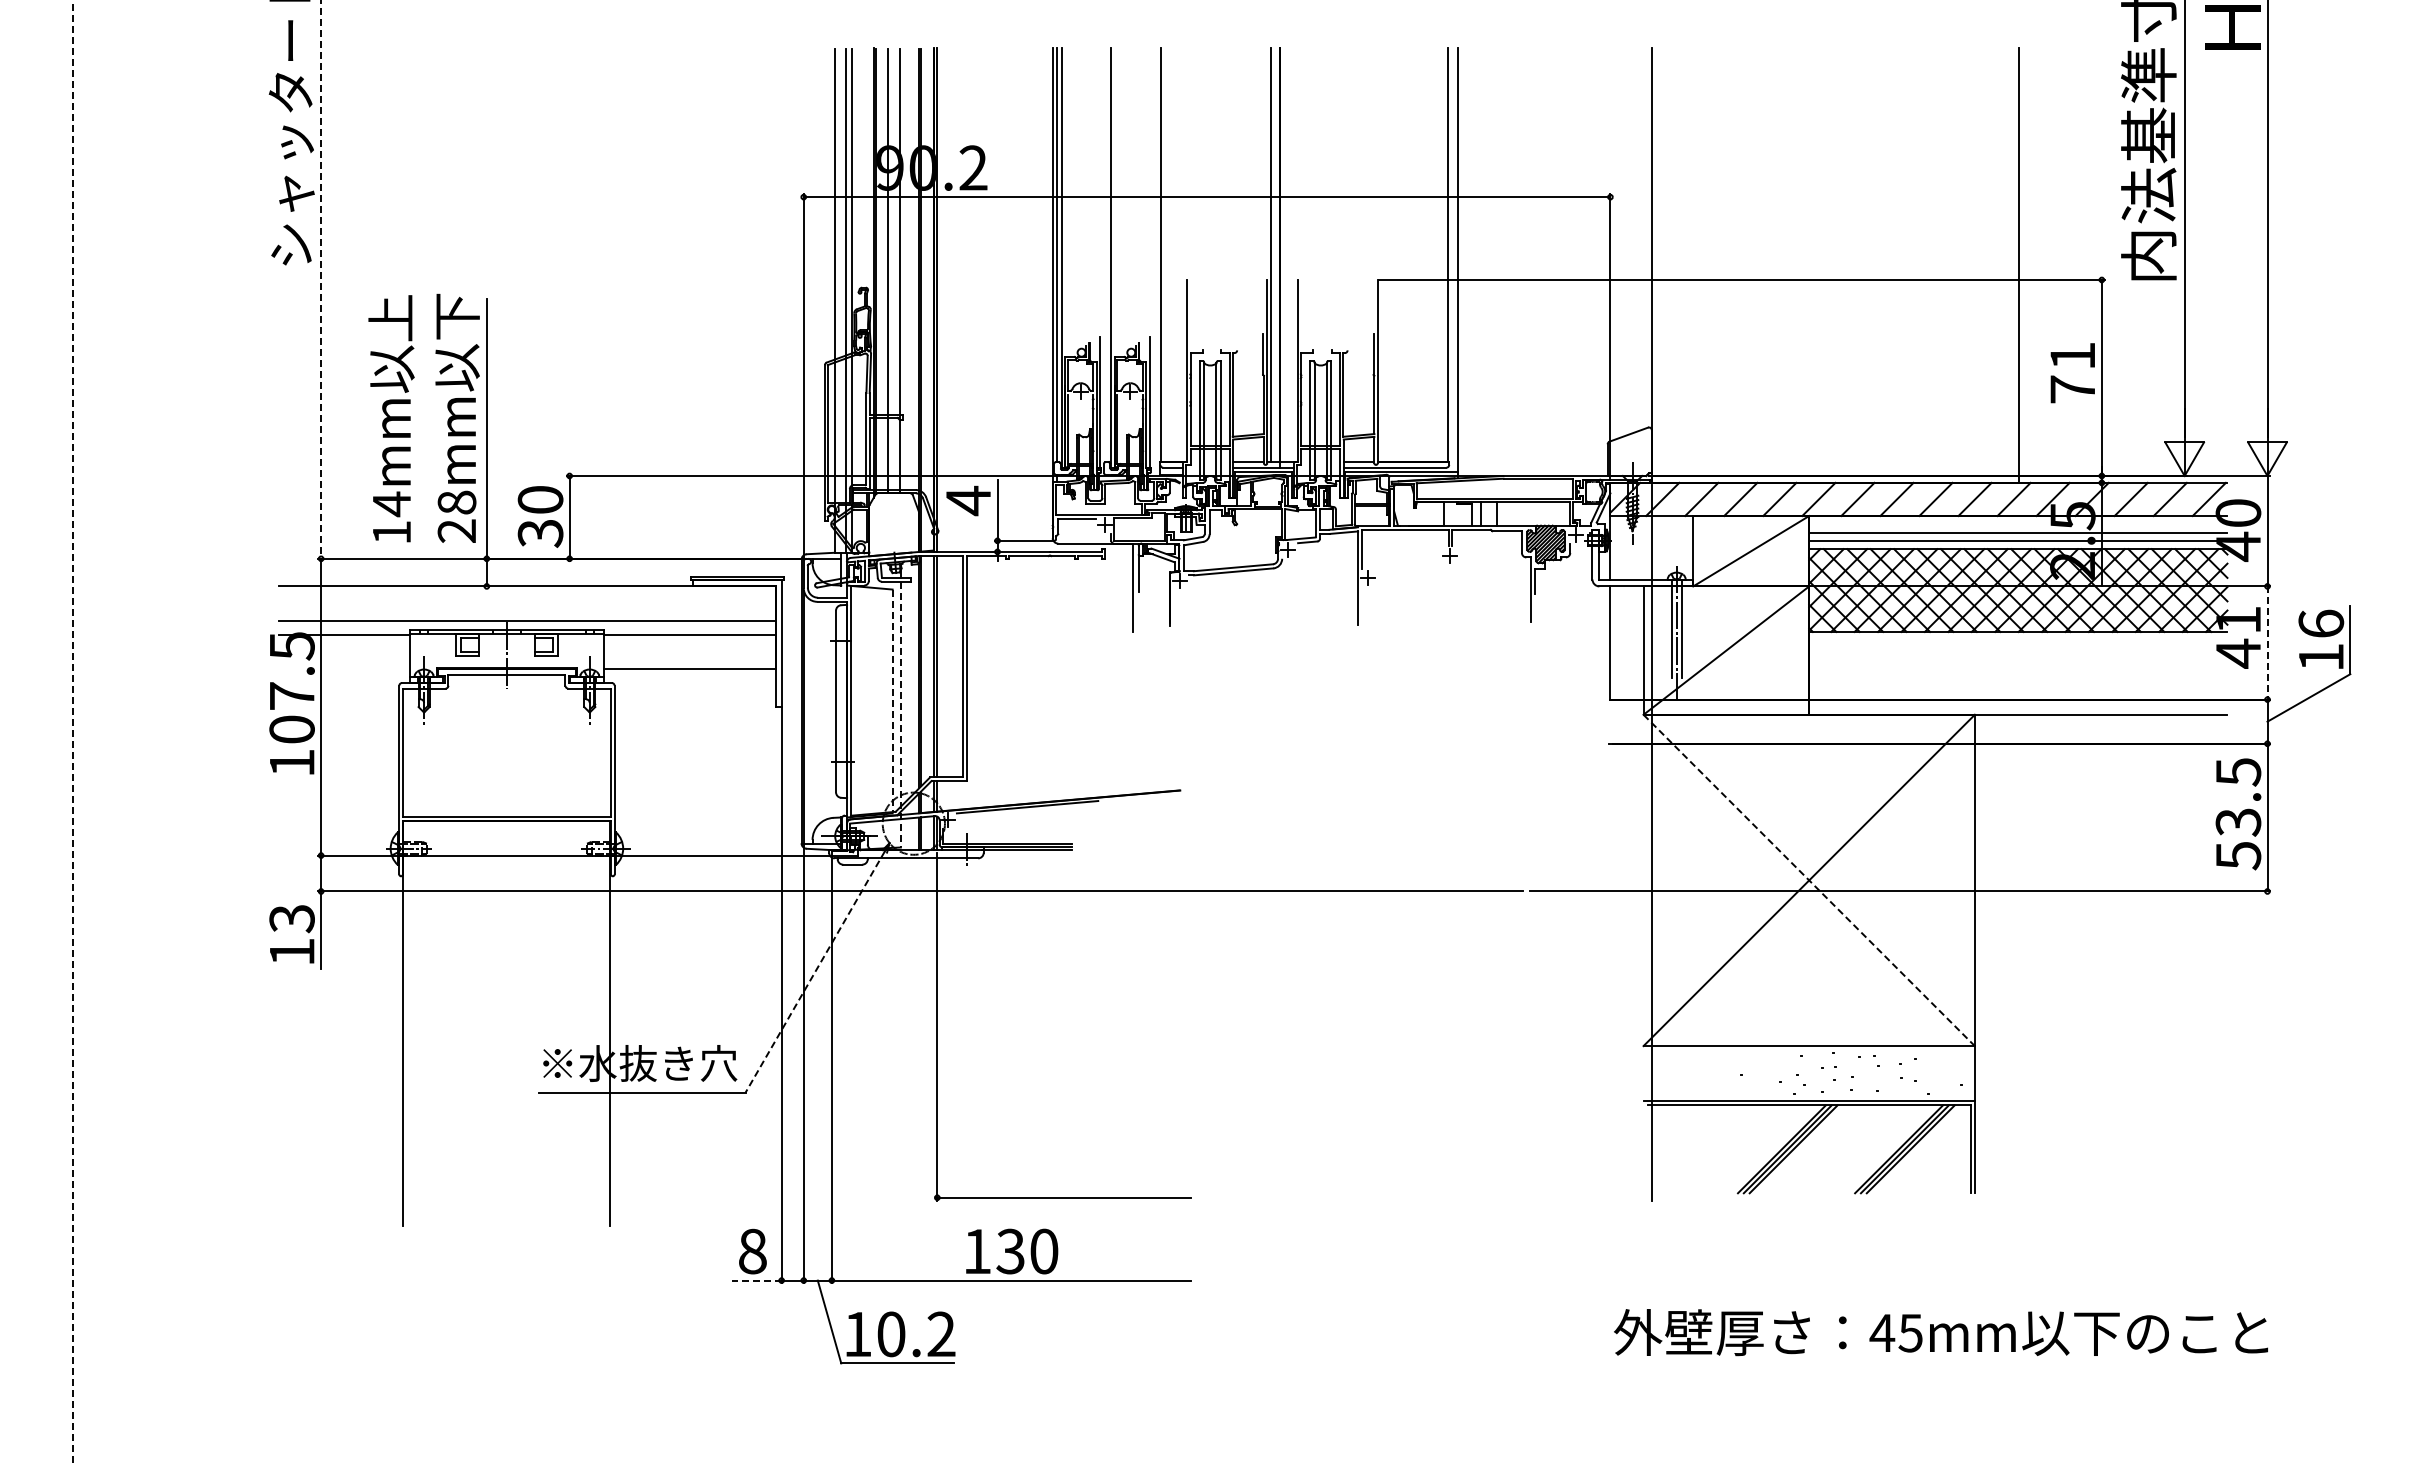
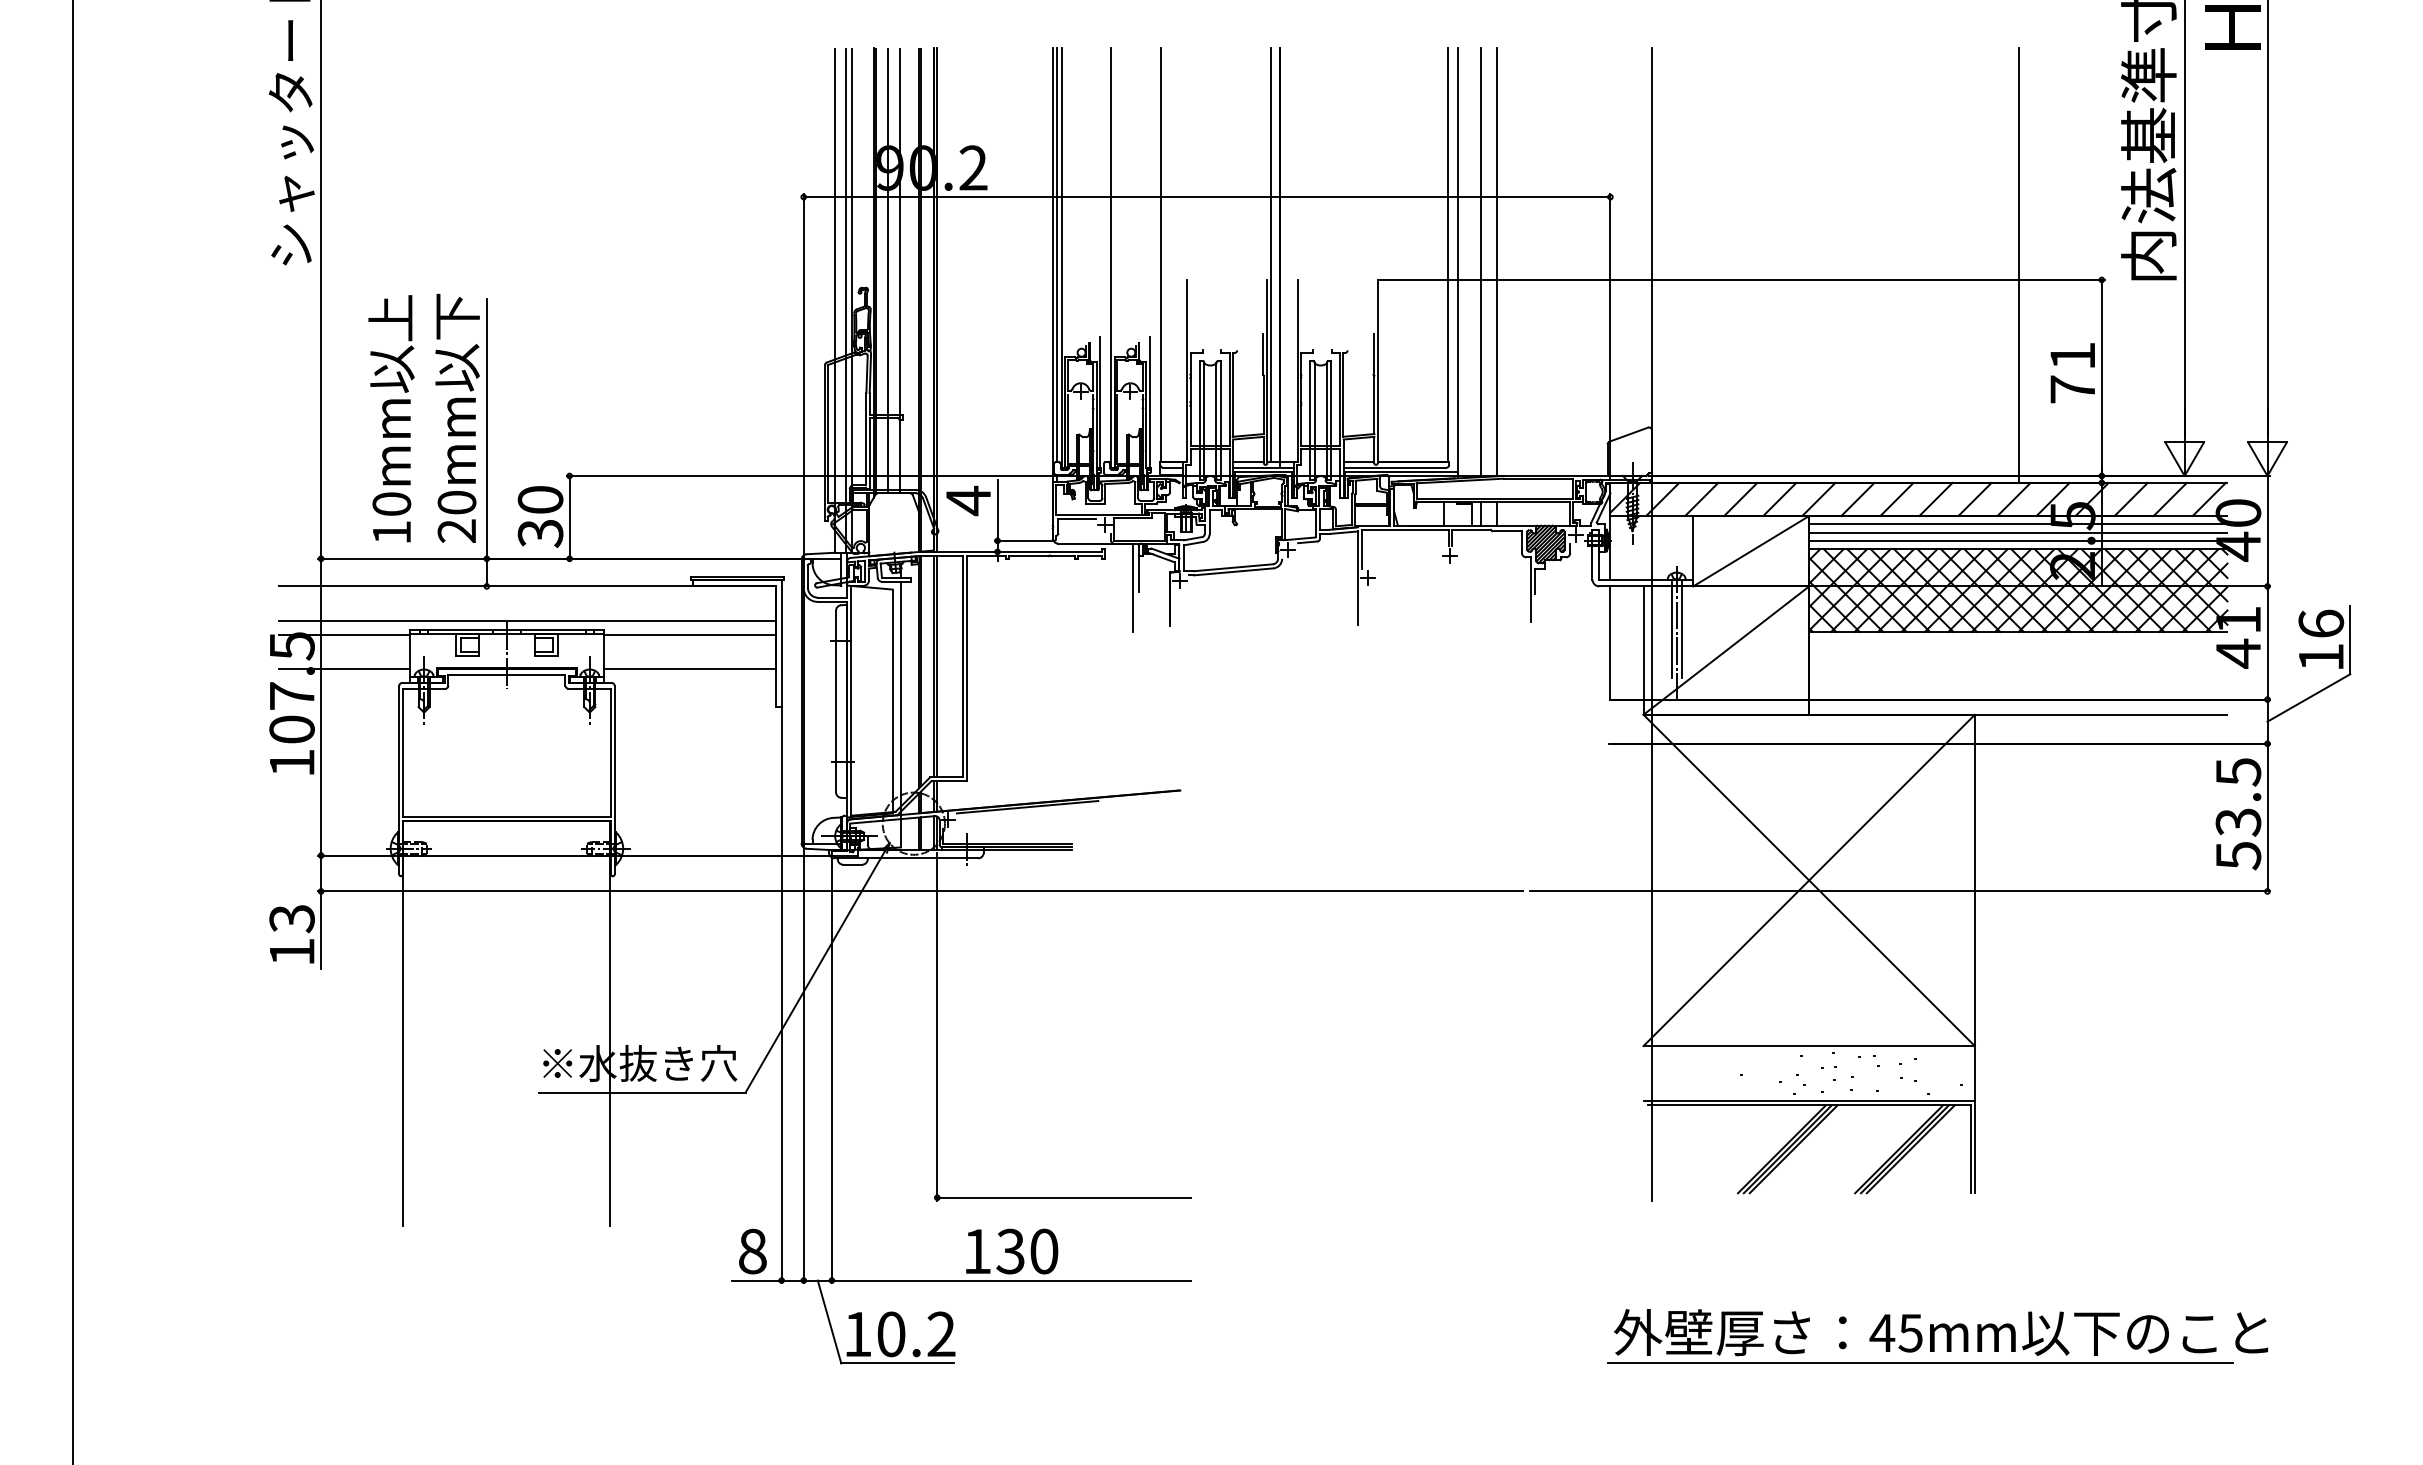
line at (1480, 262): none -> present
line at (1497, 262): none -> present
line at (321, 280): dashed -> solid
text at (456, 502): 28mm -> 20mm
text at (391, 504): 14mm -> 10mm
line at (2018, 524): none -> present
line at (2267, 643): dashed -> solid
line at (344, 669): none -> present
line at (892, 701): dashed -> solid
line at (900, 714): dashed -> solid
line at (72, 732): dashed -> solid
line at (1809, 880): dashed -> solid
line at (815, 972): dashed -> solid
line at (757, 1280): dashed -> solid
line at (1920, 1363): none -> present
